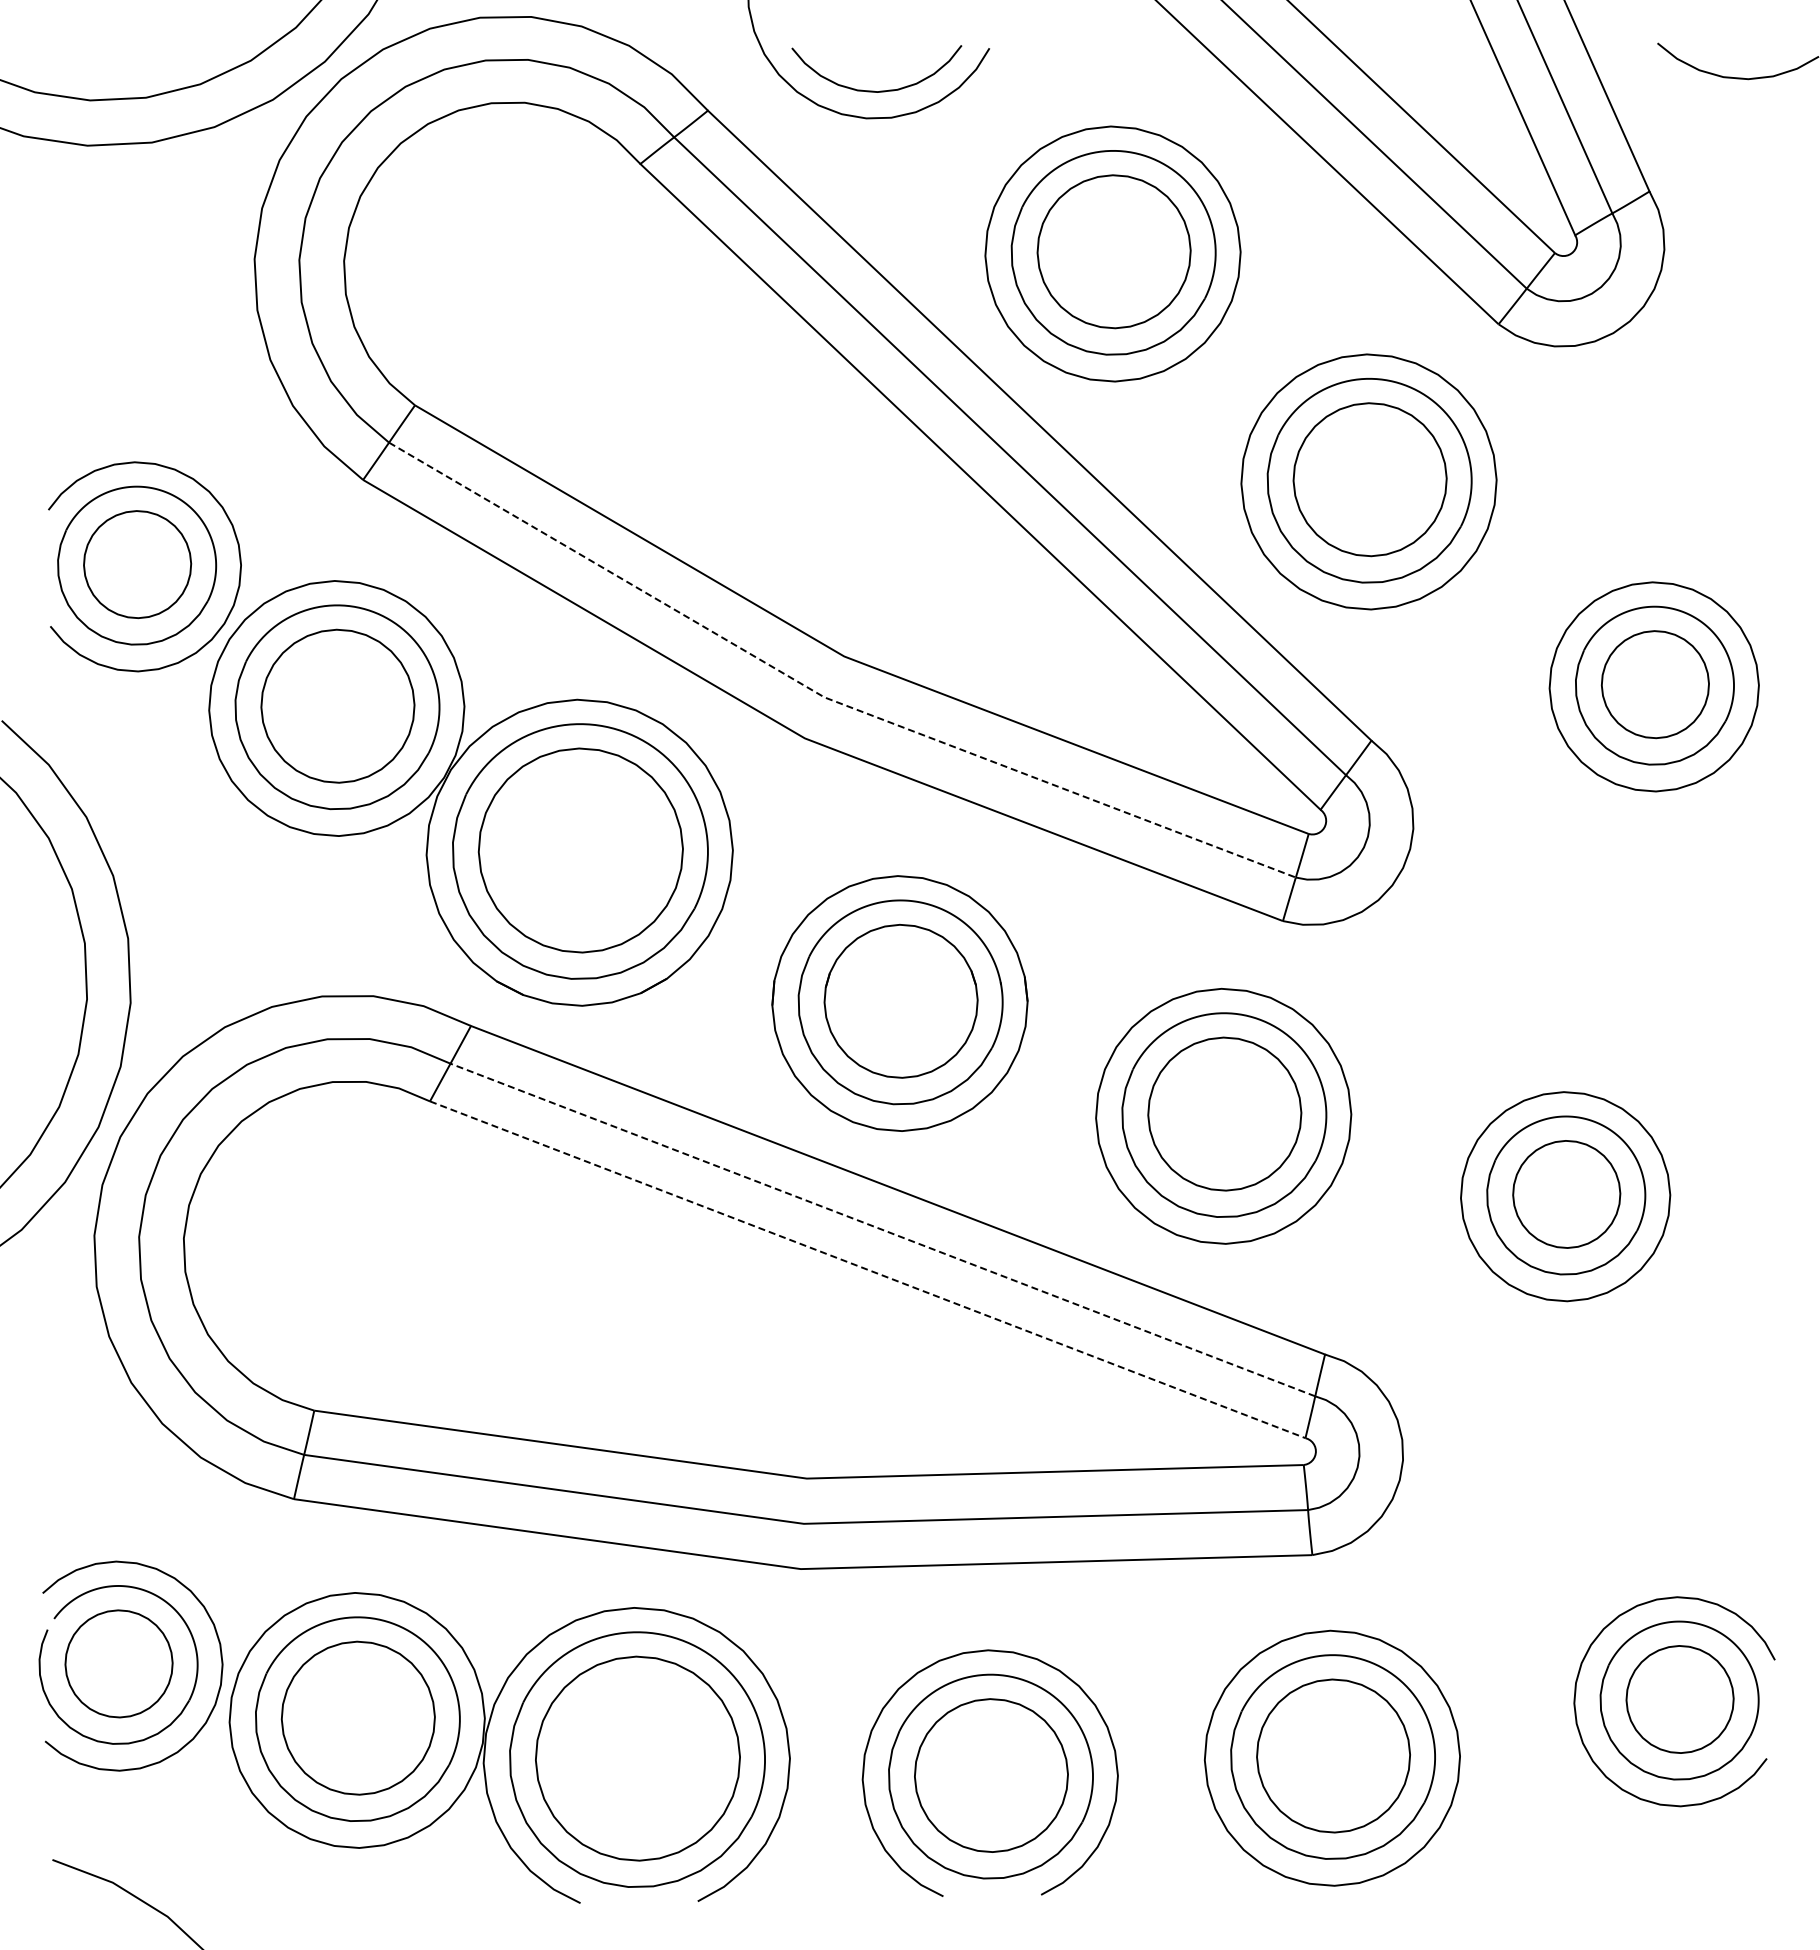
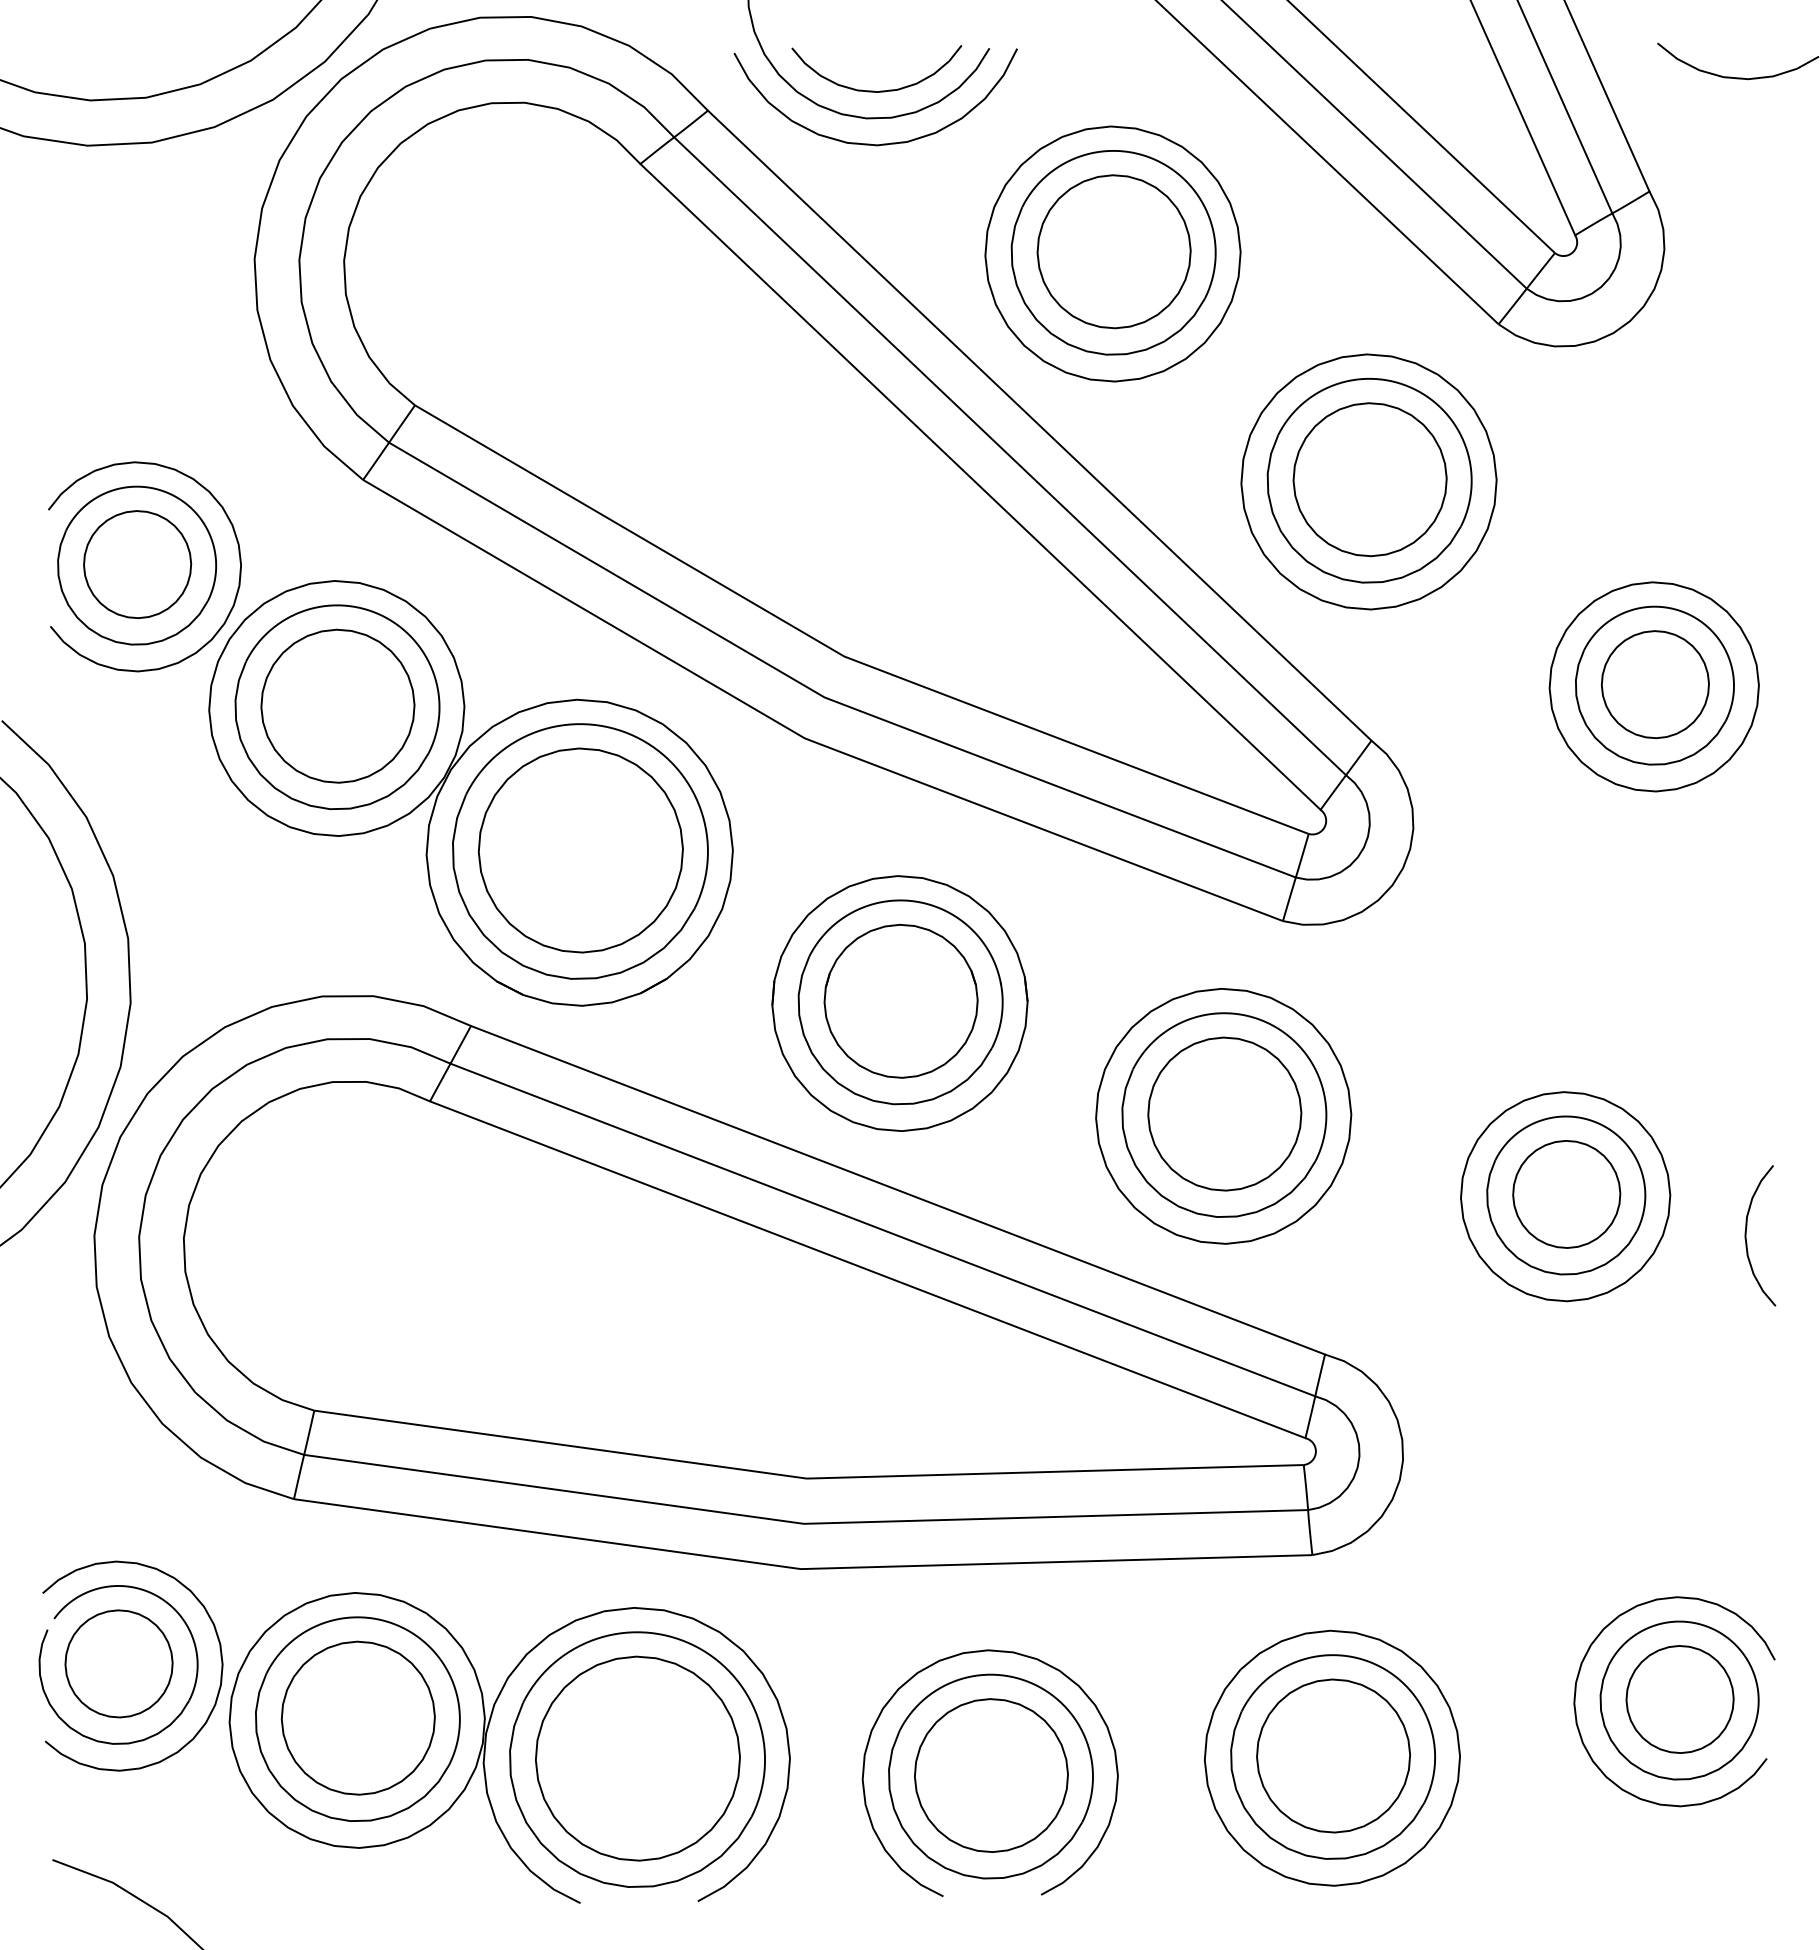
curve at (870, 143): none -> present
line at (824, 697): dashed -> solid
line at (882, 1229): dashed -> solid
curve at (1746, 1235): none -> present
line at (867, 1269): dashed -> solid
